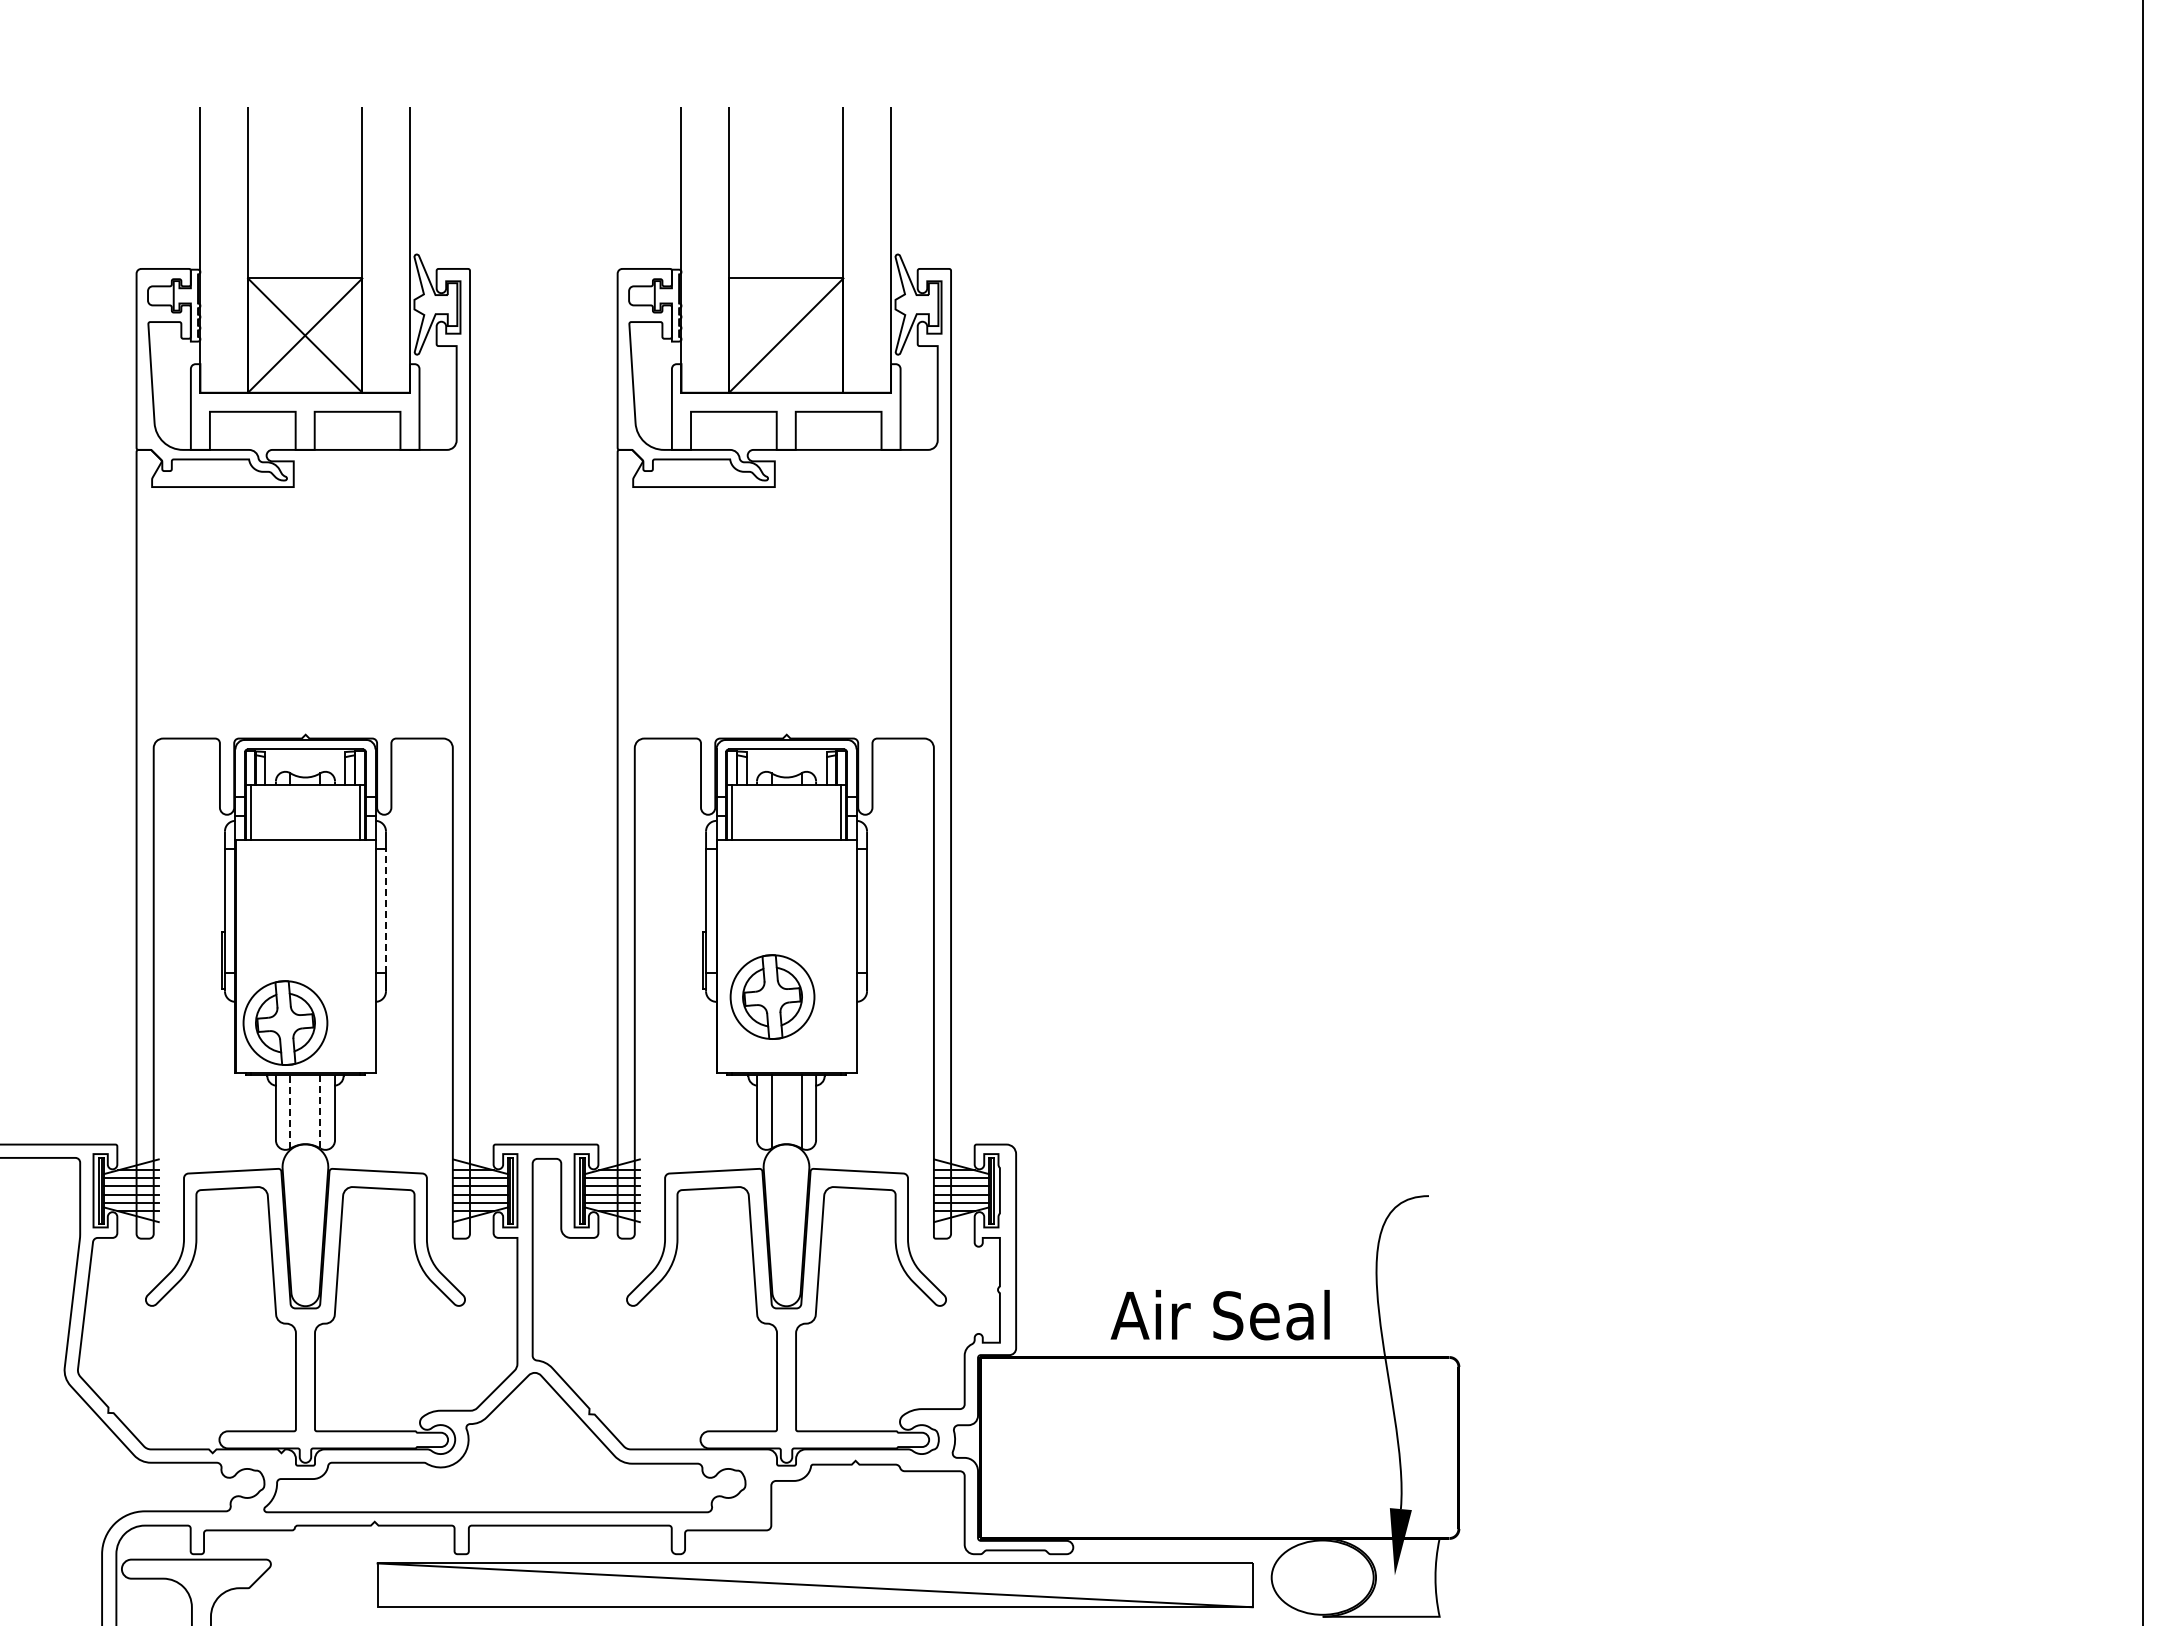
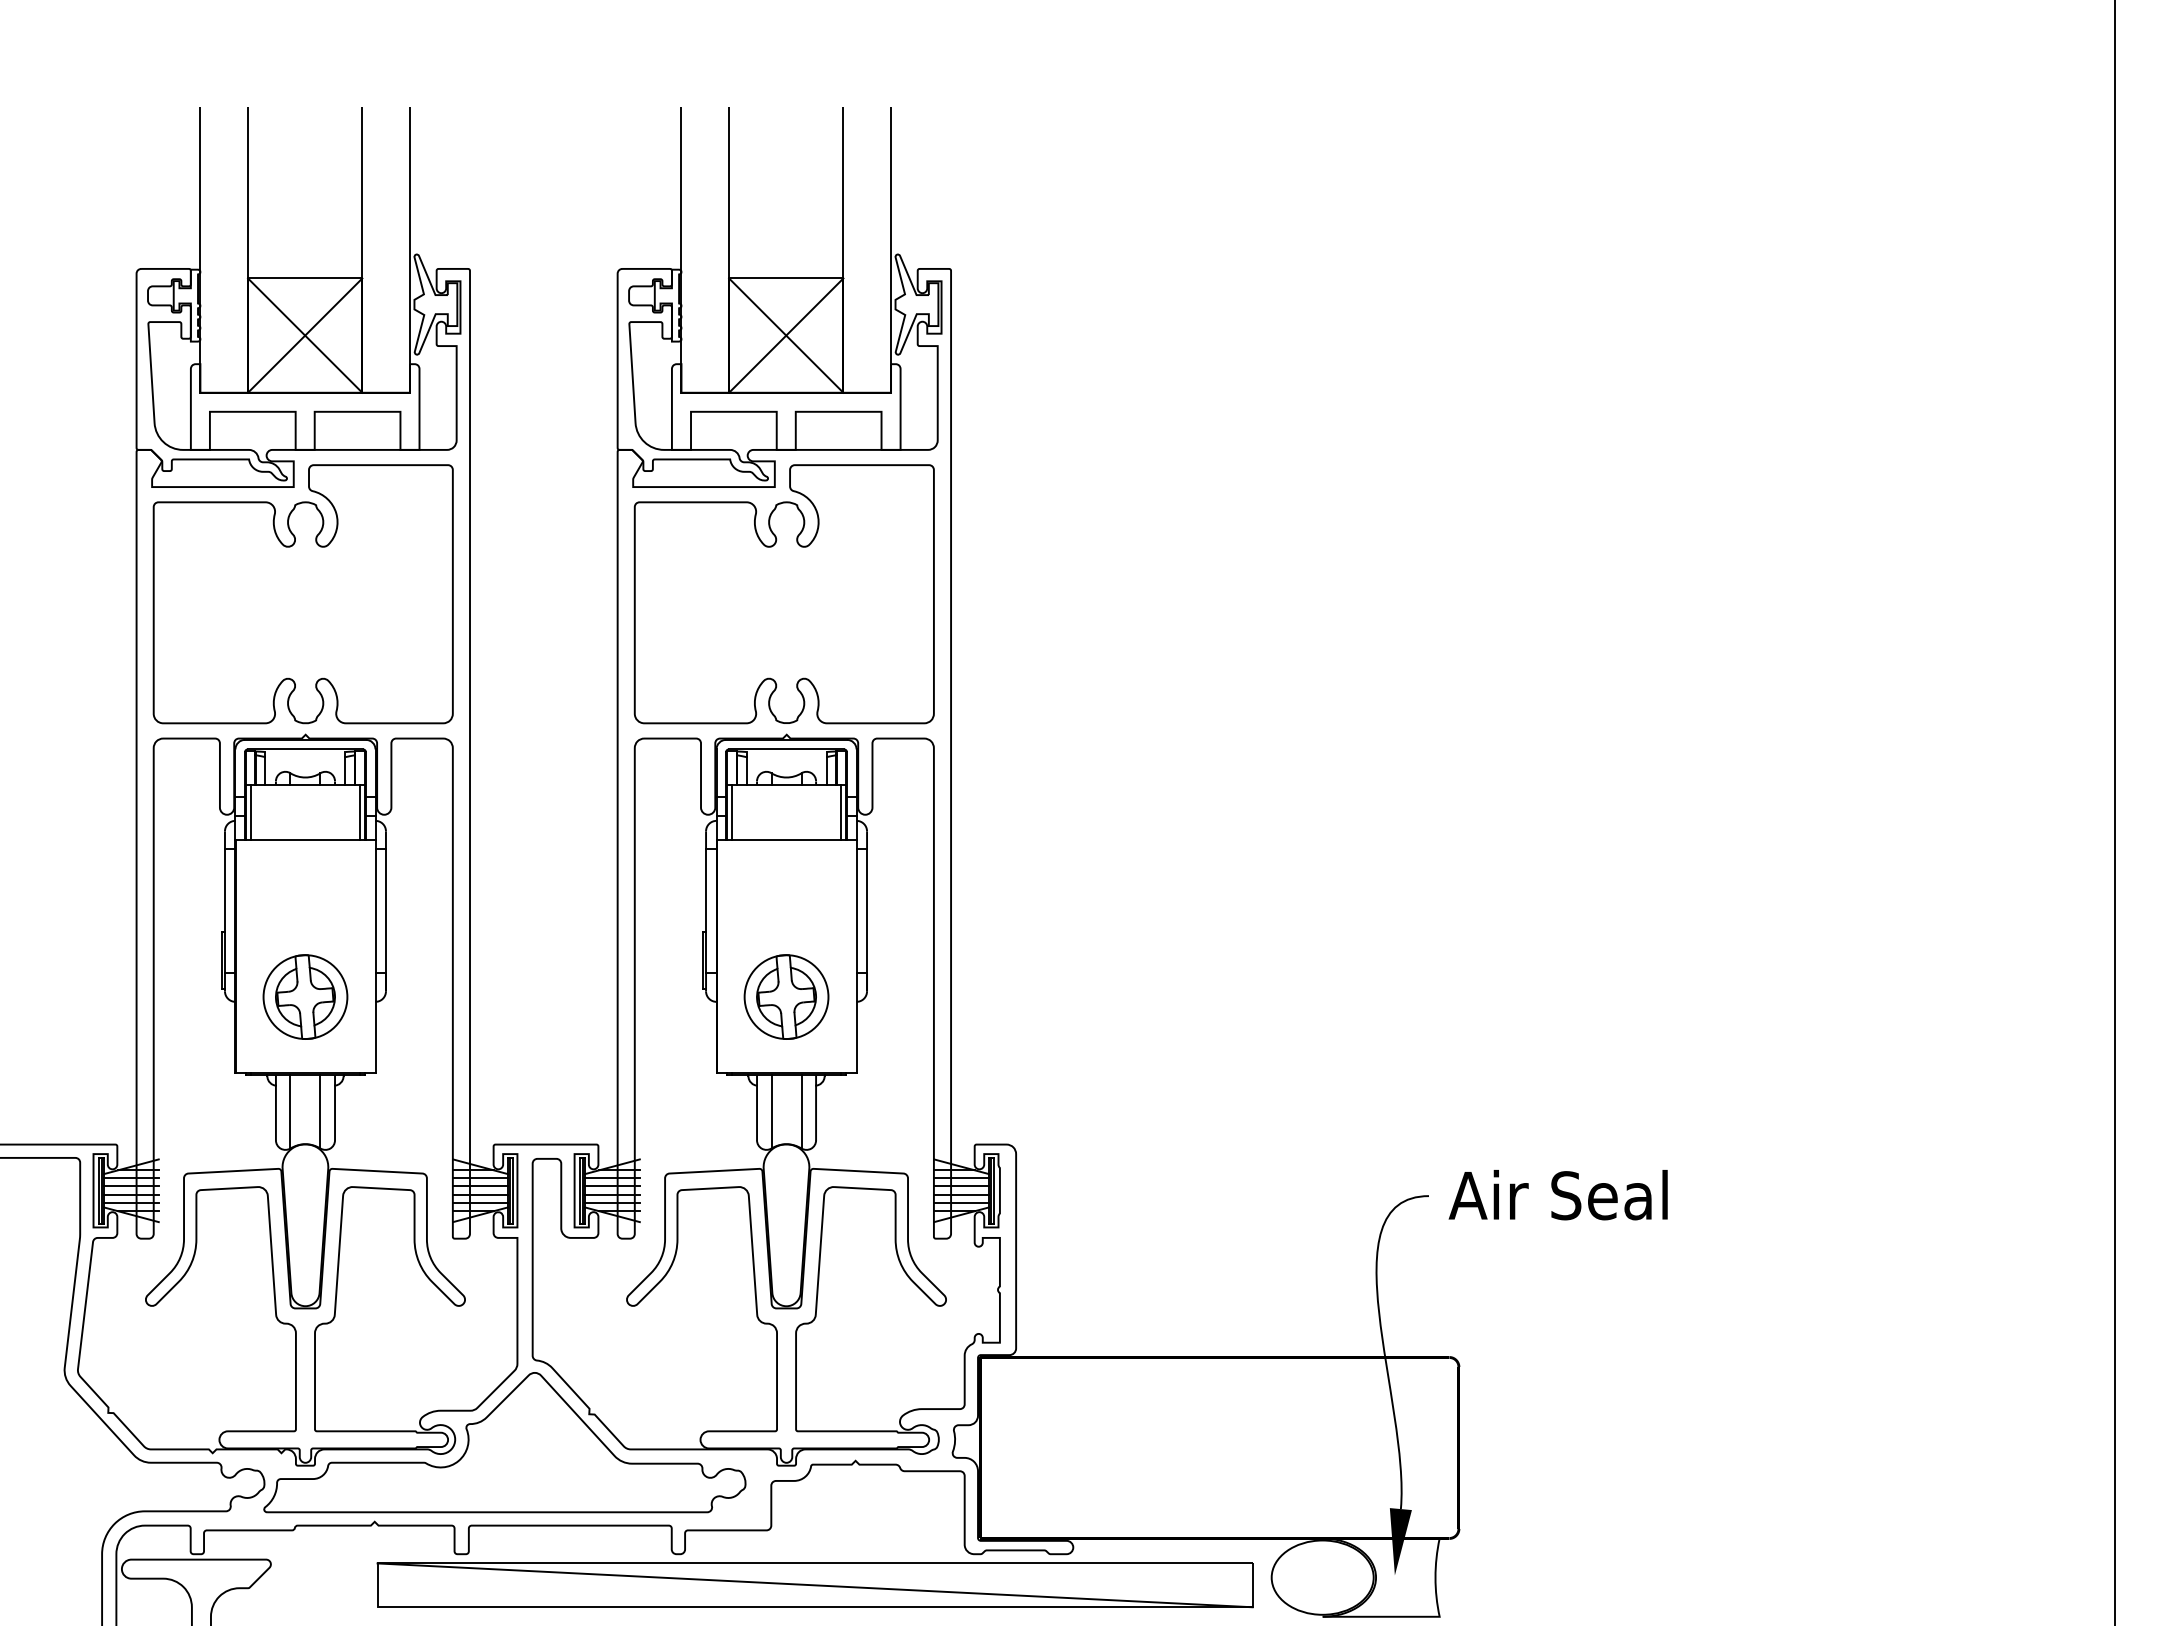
line at (786, 335): none -> present
part at (302, 594): none -> present
part at (783, 594): none -> present
line at (2142, 812) position: (2142, 812) -> (2114, 812)
line at (385, 911): dashed -> solid
part at (772, 996) position: (772, 996) -> (786, 996)
part at (285, 1022) position: (285, 1022) -> (305, 996)
line at (290, 1111): dashed -> solid
line at (320, 1111): dashed -> solid
text at (1219, 1315) position: (1219, 1315) -> (1557, 1195)
